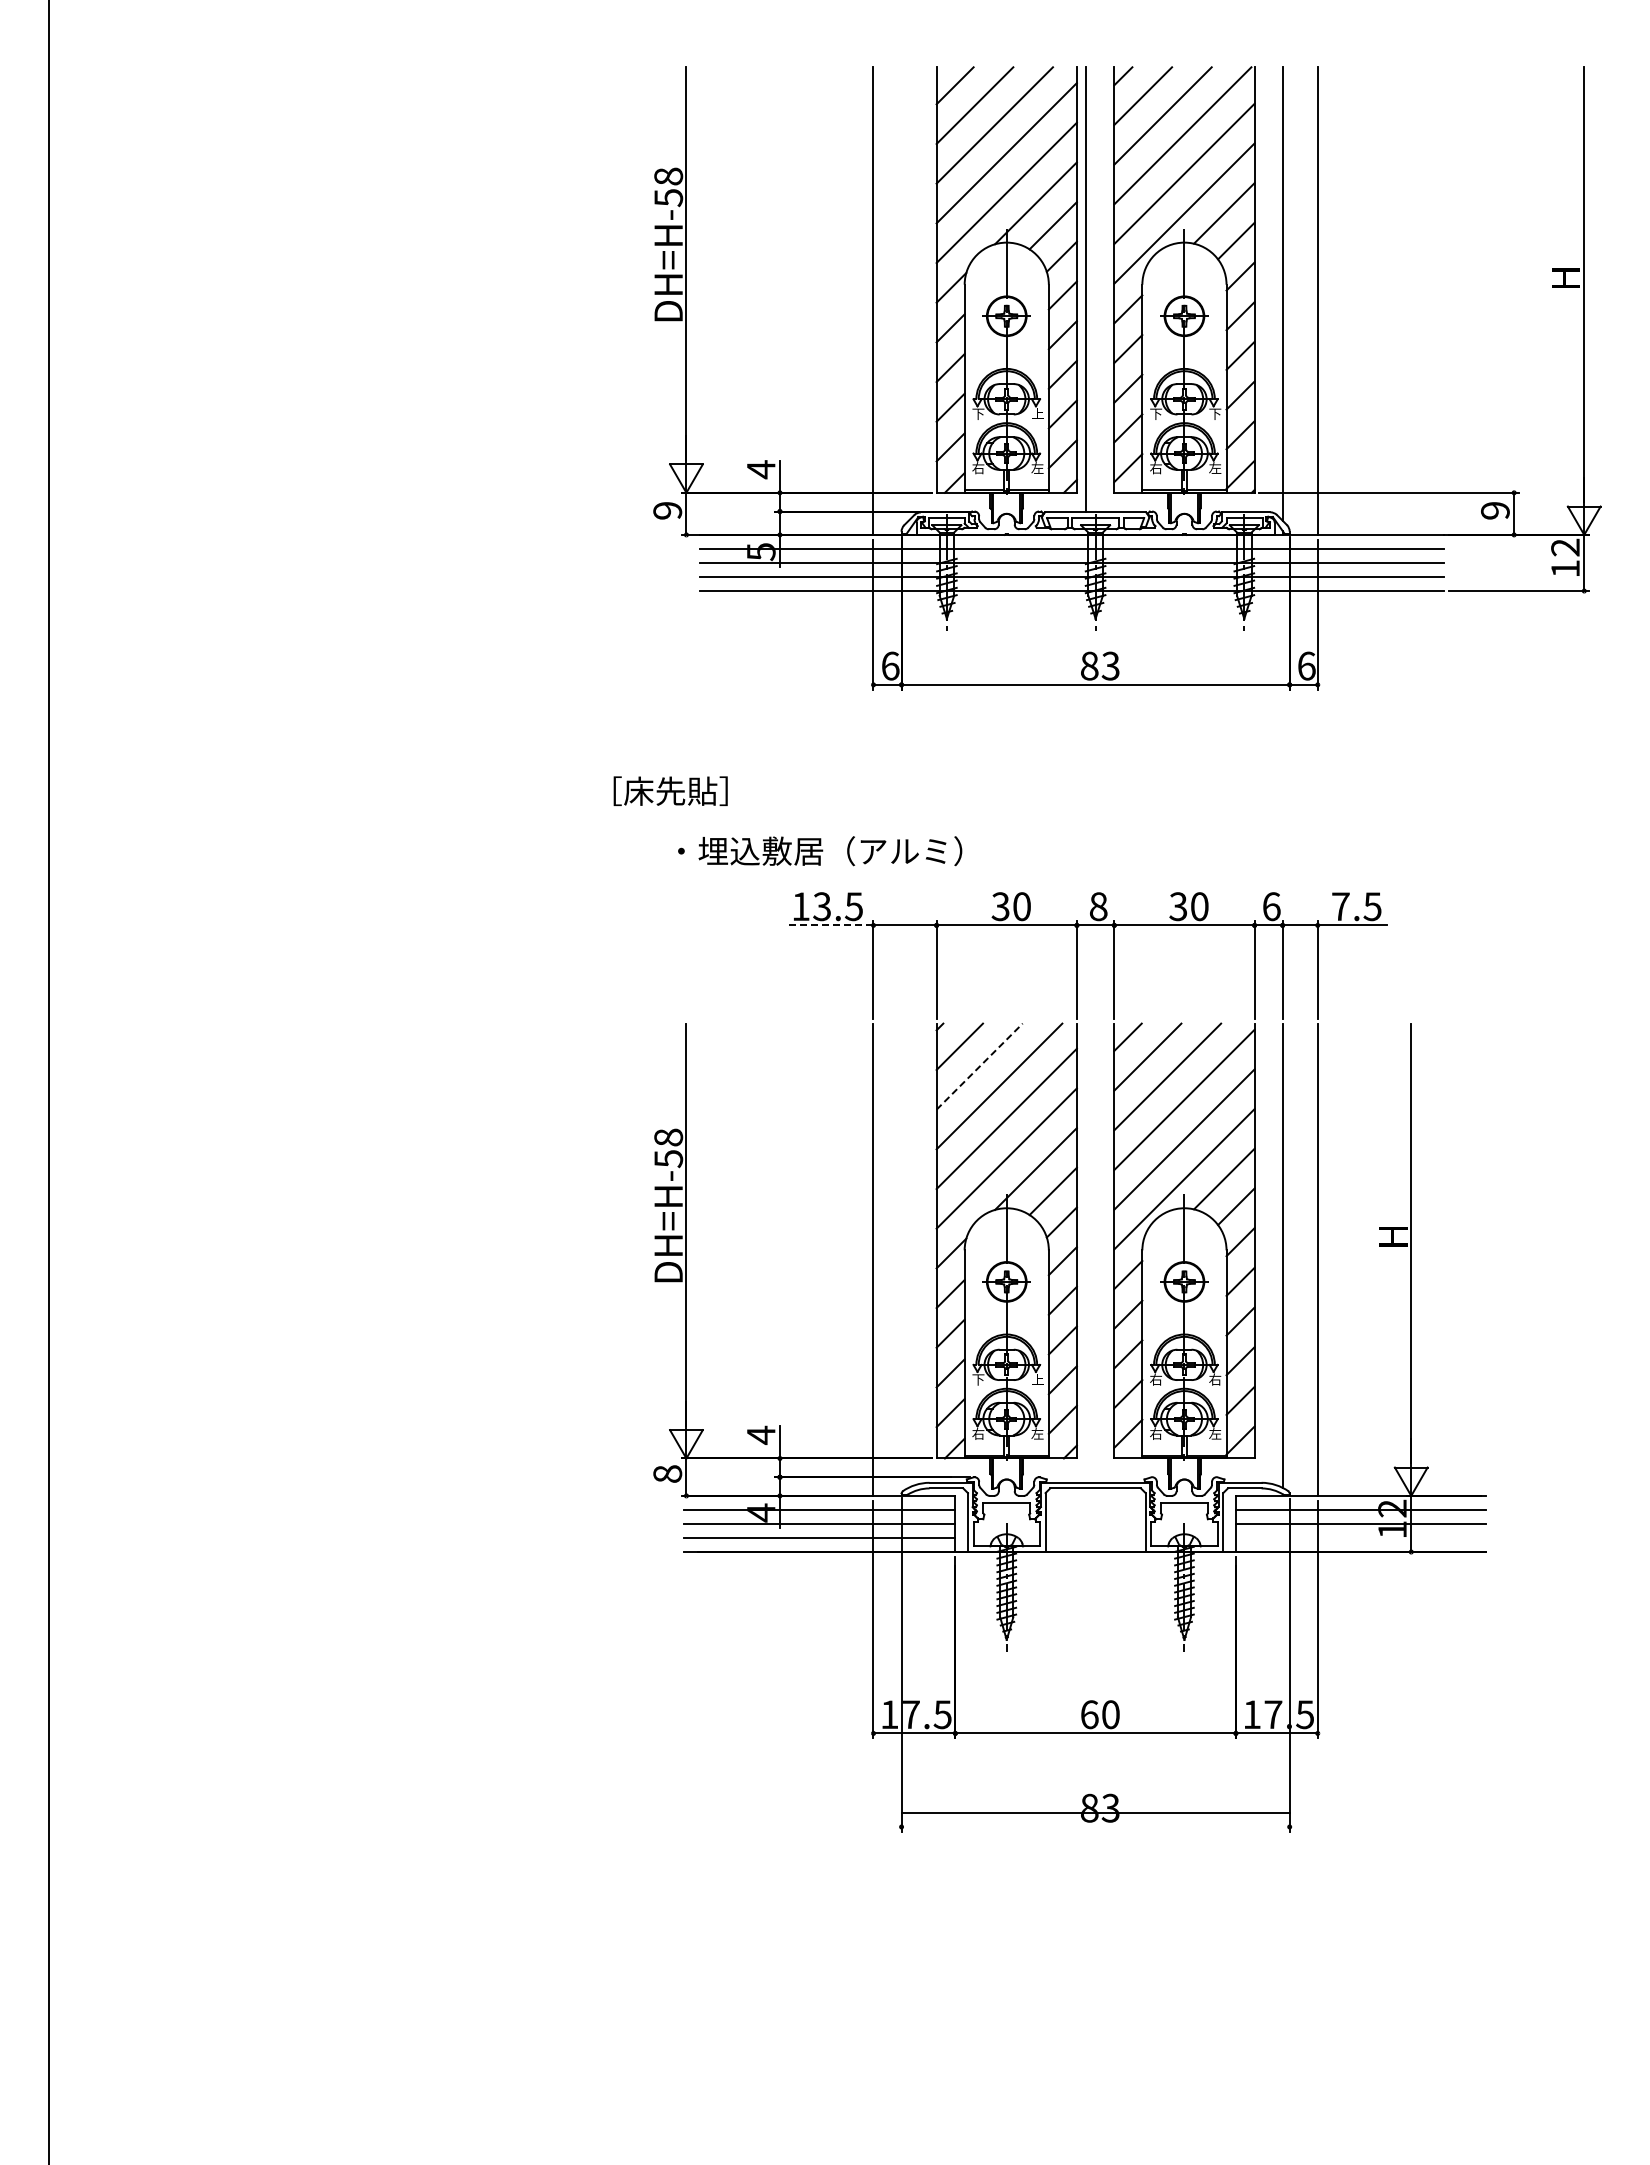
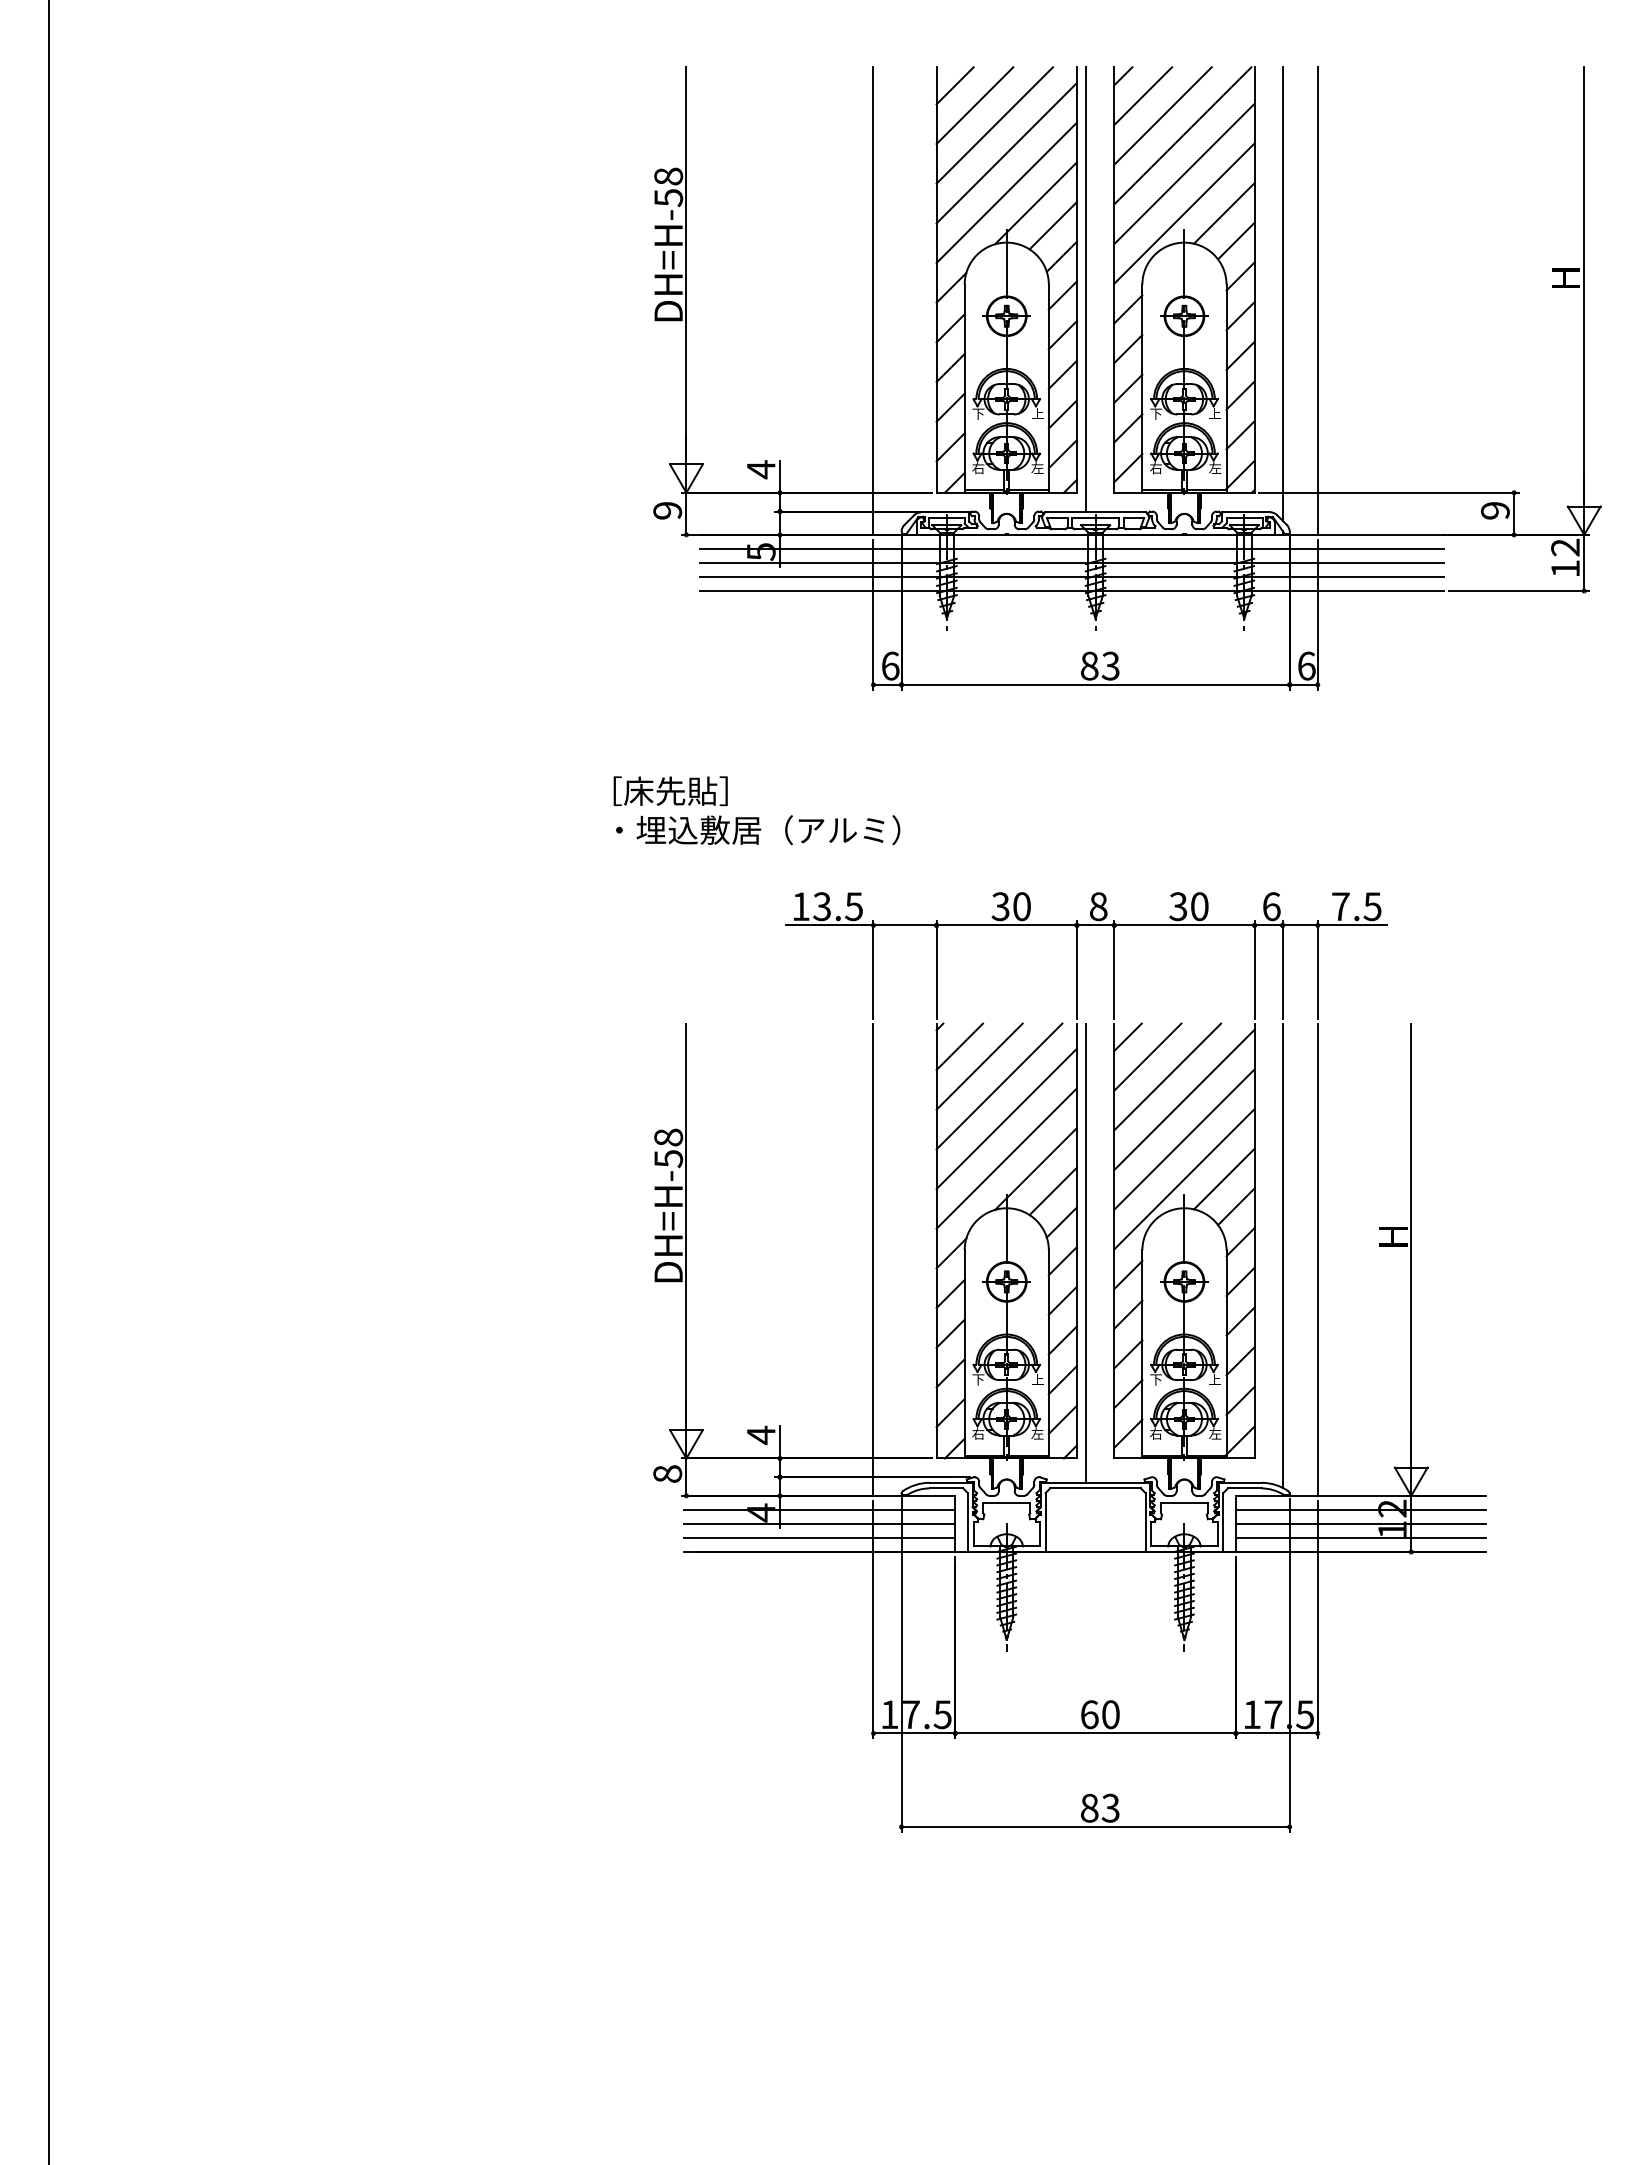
text at (1215, 413): 下 -> 上
text at (820, 851) position: (820, 851) -> (758, 830)
line at (829, 925): dashed -> solid
line at (979, 1066): dashed -> solid
line at (1086, 1252): none -> present
text at (1156, 1379): 右 -> 下
text at (1215, 1379): 右 -> 上
line at (1360, 1537): none -> present
line at (1095, 1812) position: (1095, 1812) -> (1095, 1826)
